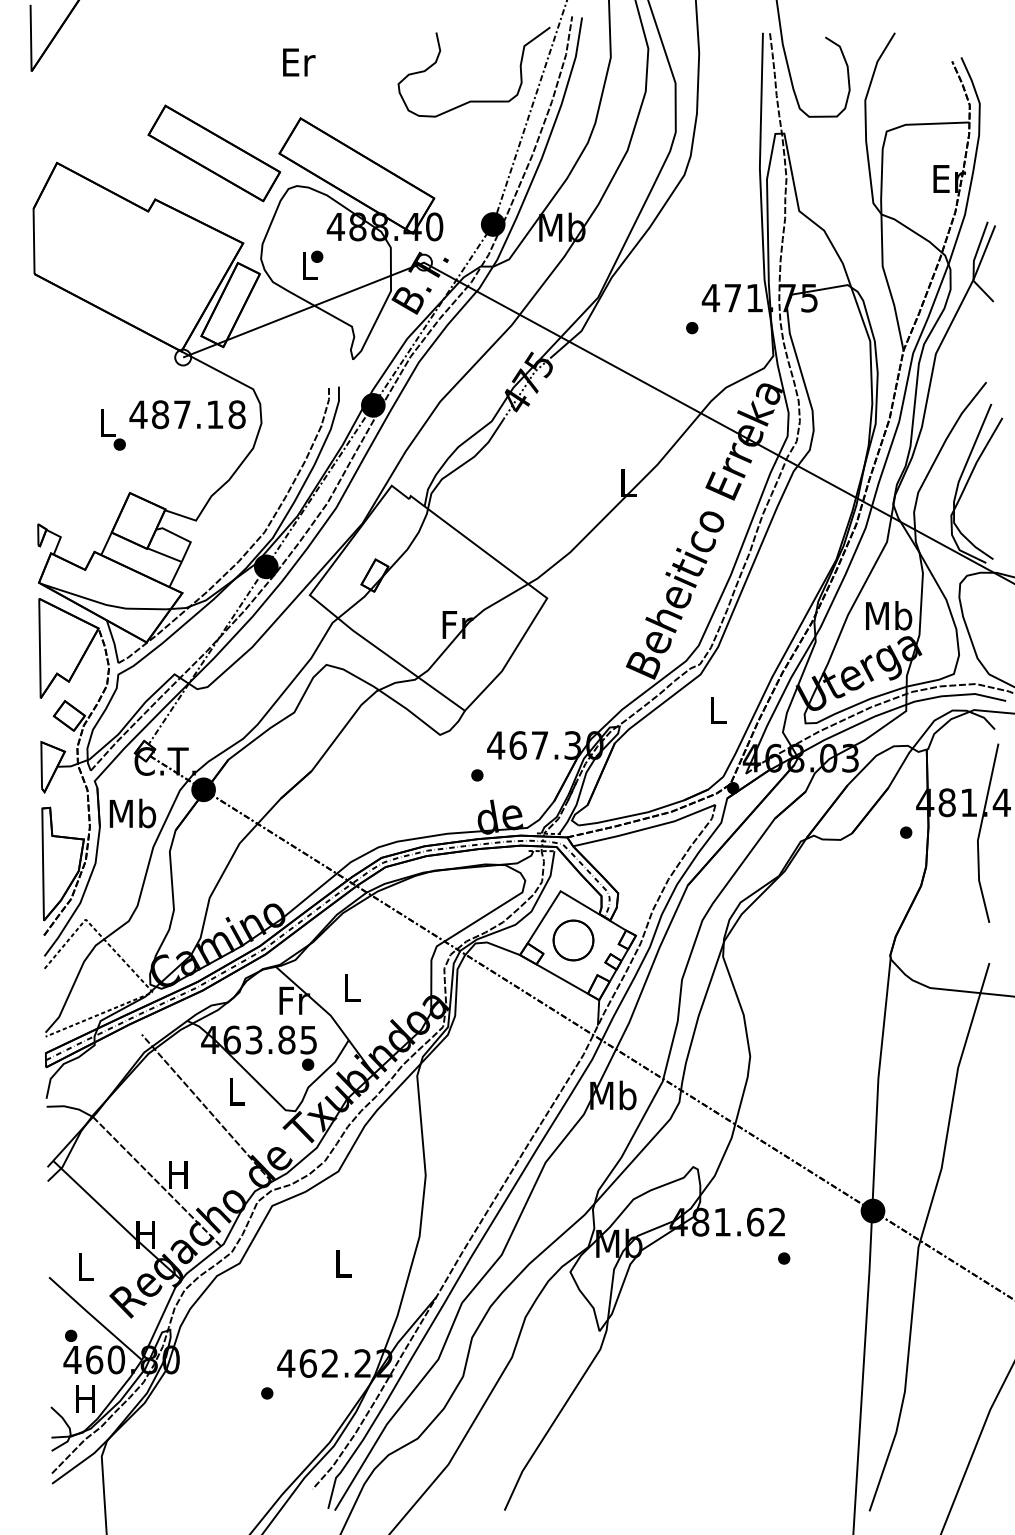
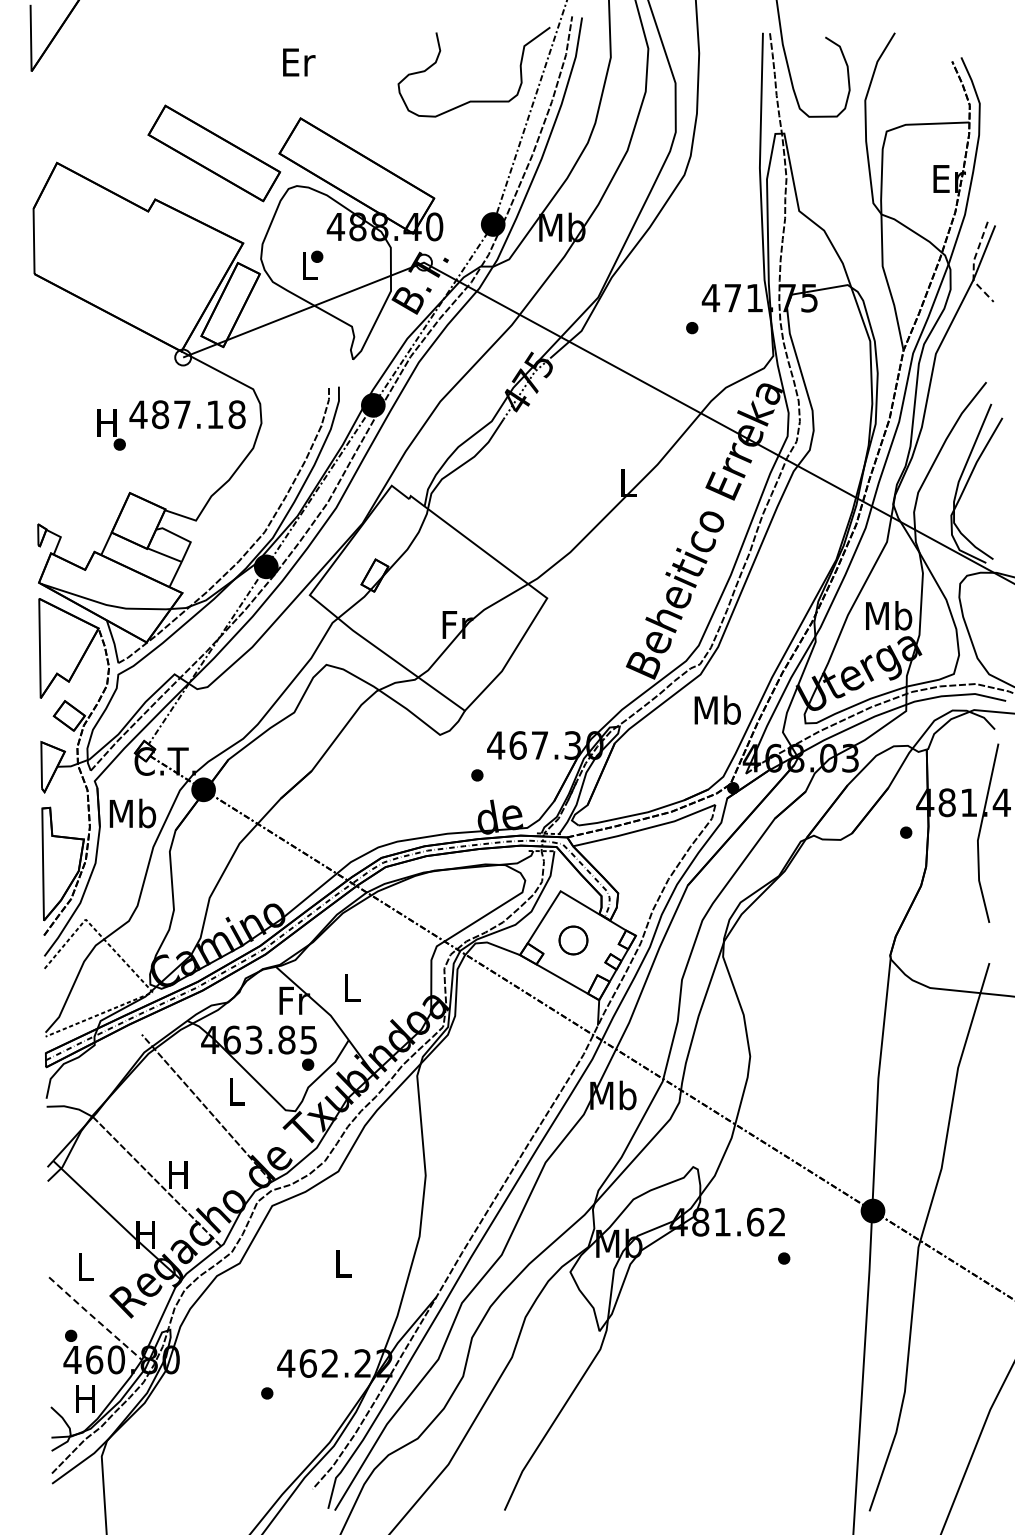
line at (973, 264): solid -> dashed
text at (106, 422): L -> H
text at (717, 709): L -> Mb
part at (573, 940) size: 43x43 px -> 31x31 px
line at (95, 1318): solid -> dashed
